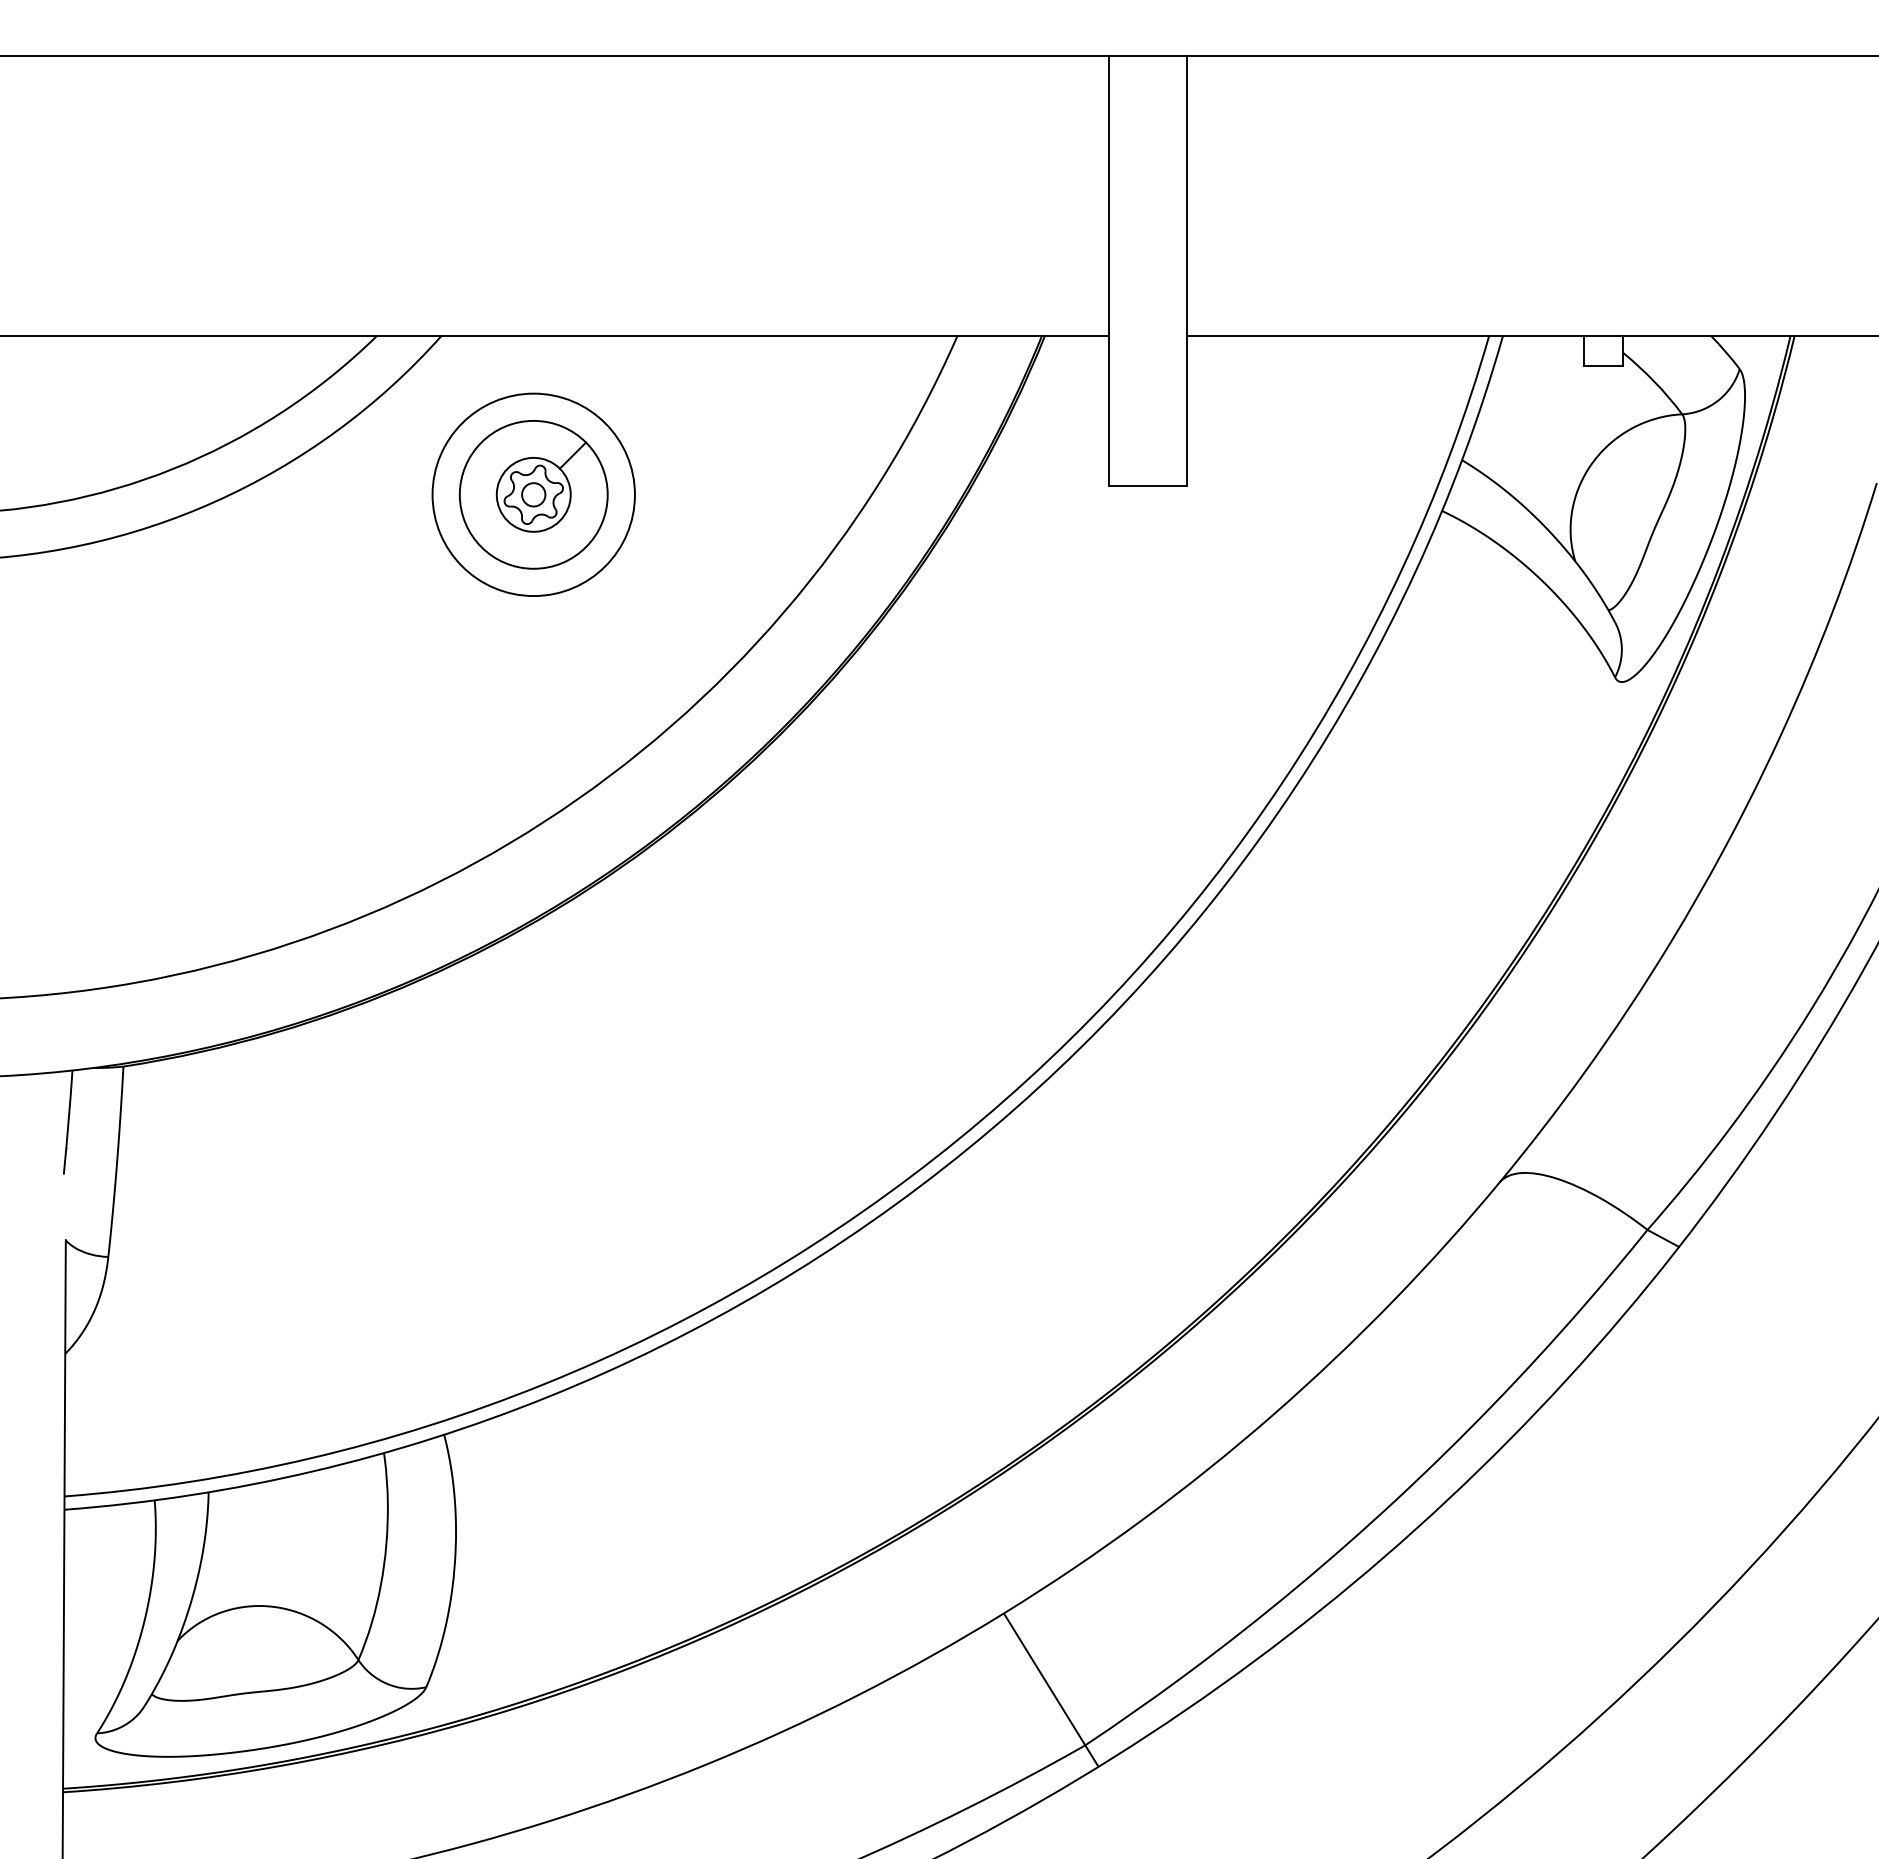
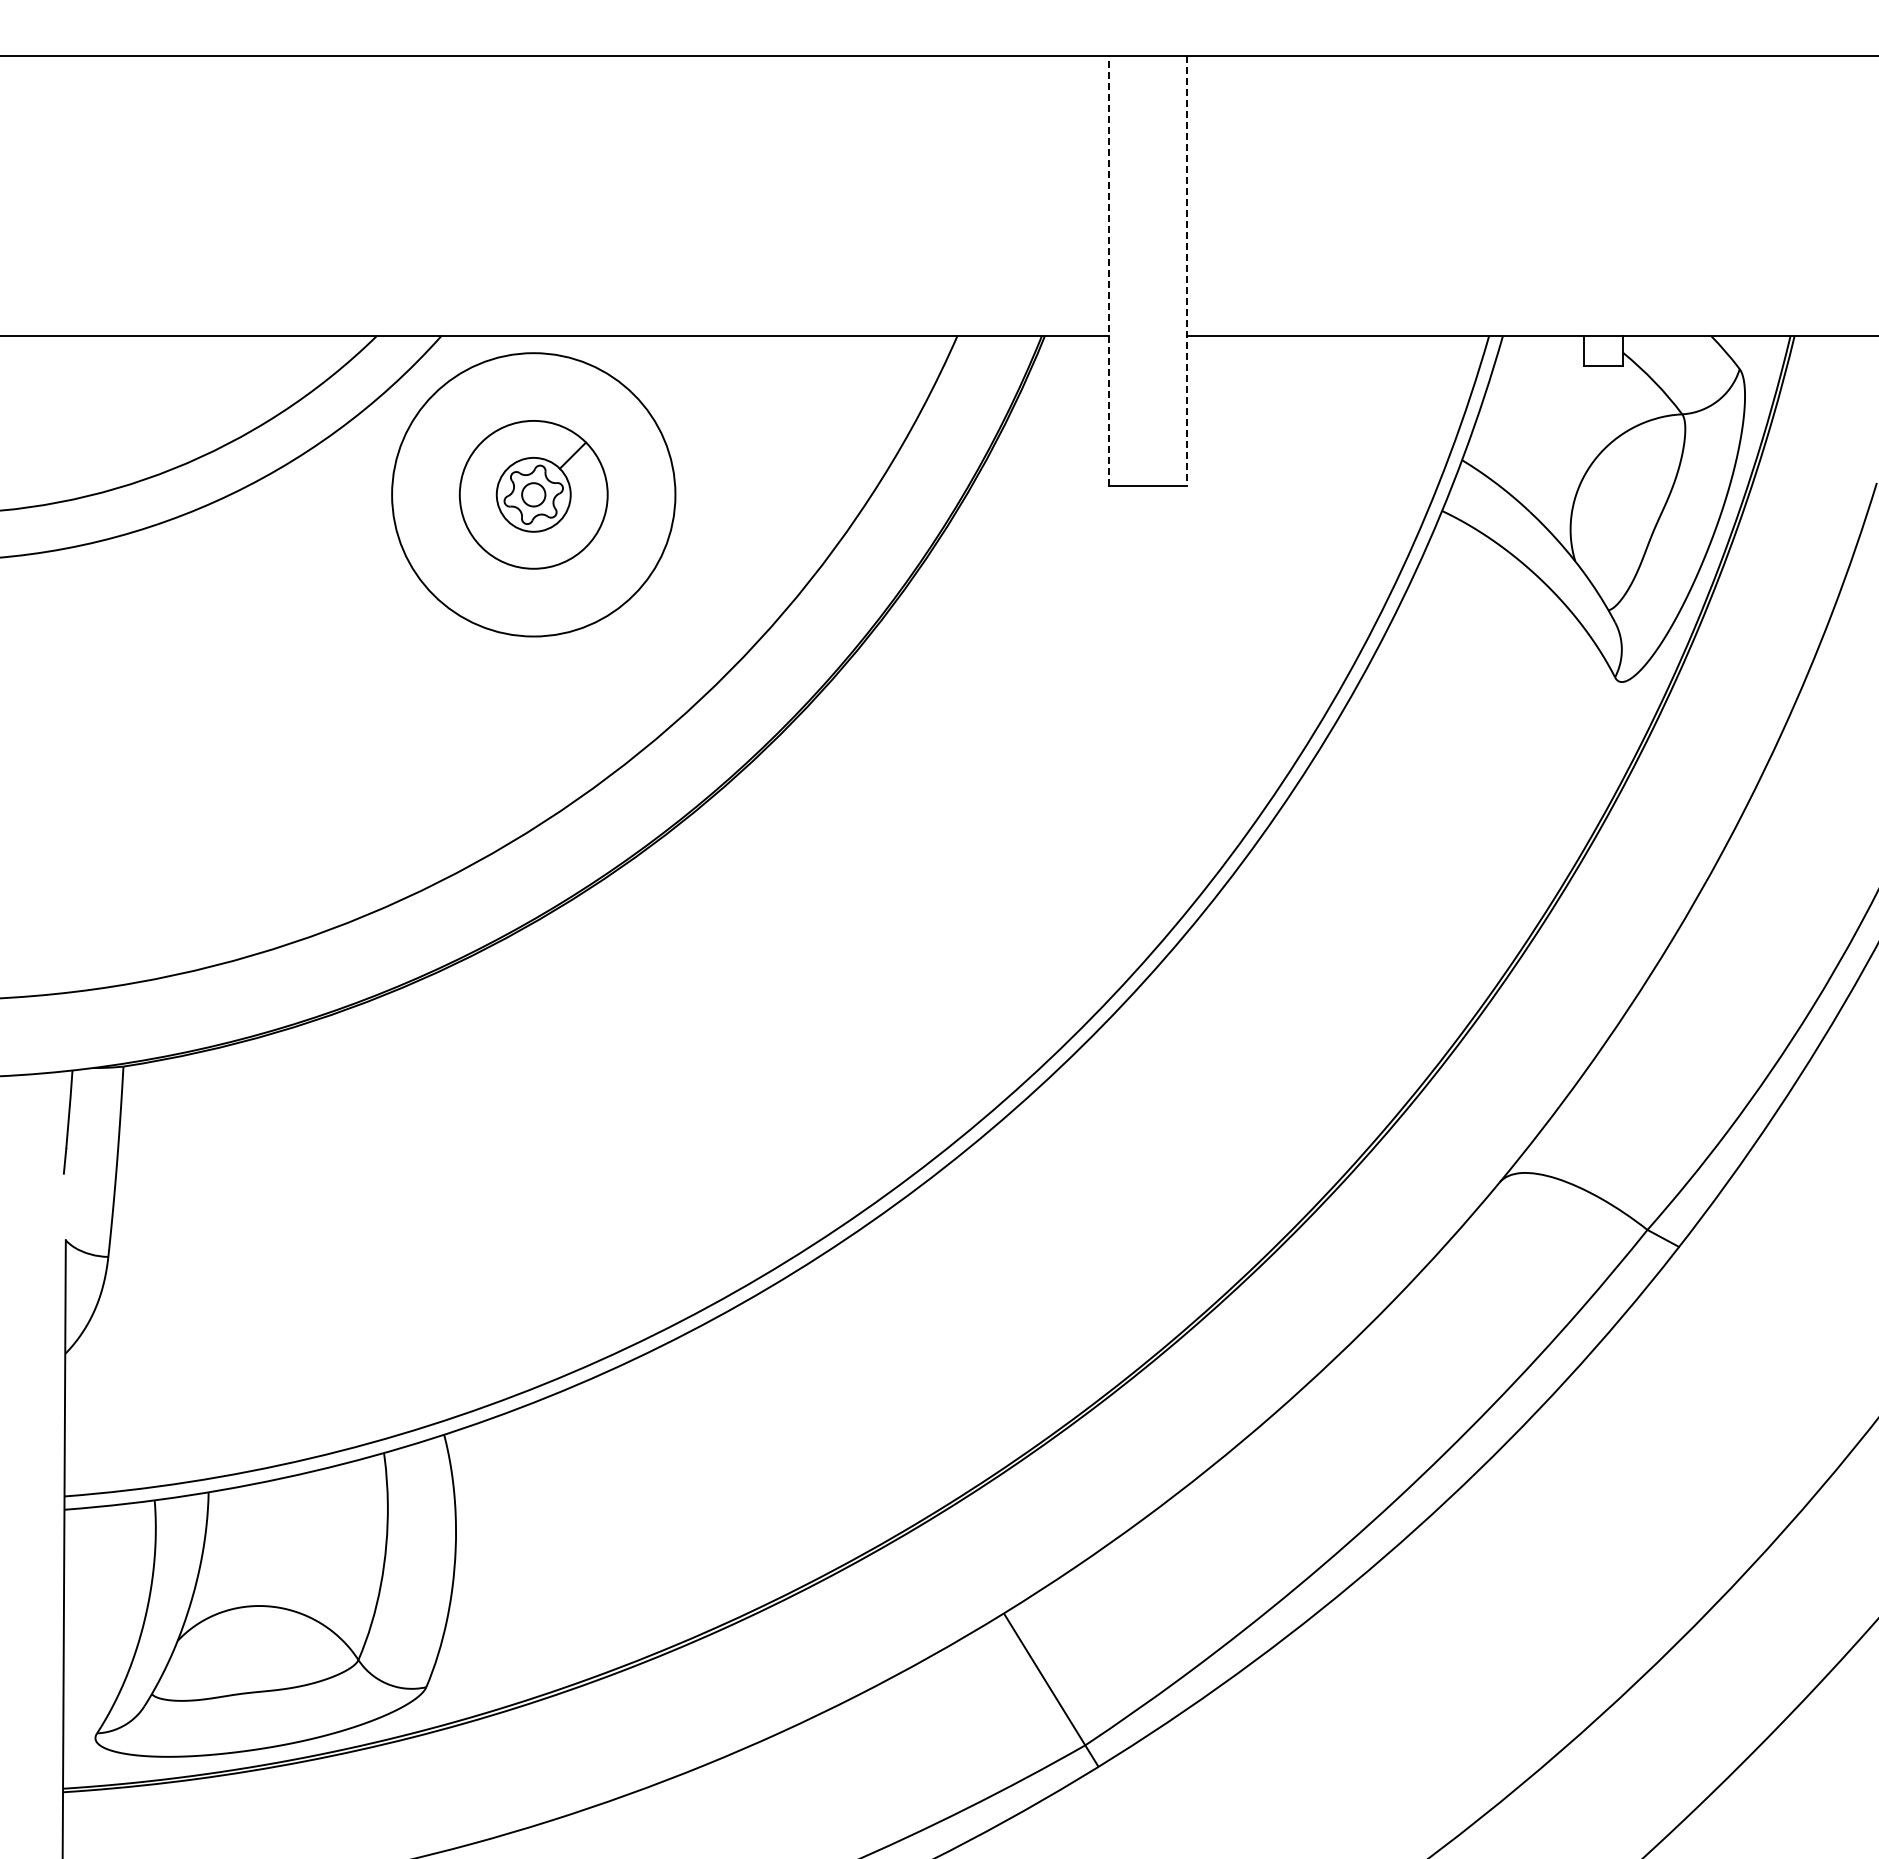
line at (1109, 270): solid -> dashed
line at (1187, 271): solid -> dashed
circle at (533, 494) diameter: 202 px -> 283 px
